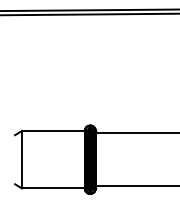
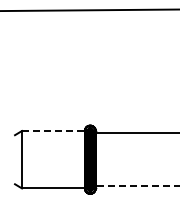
line at (89, 14): present -> none
line at (53, 131): solid -> dashed
line at (132, 185): solid -> dashed
